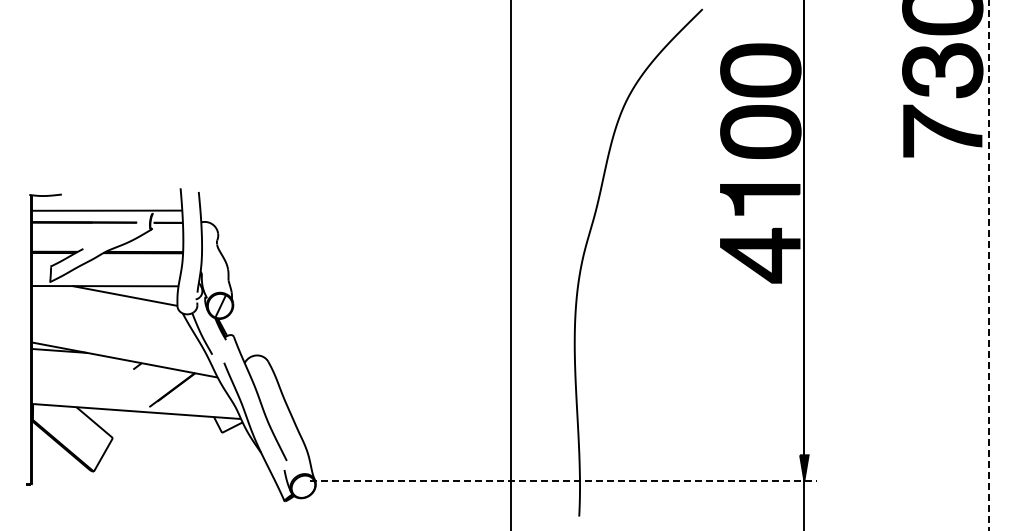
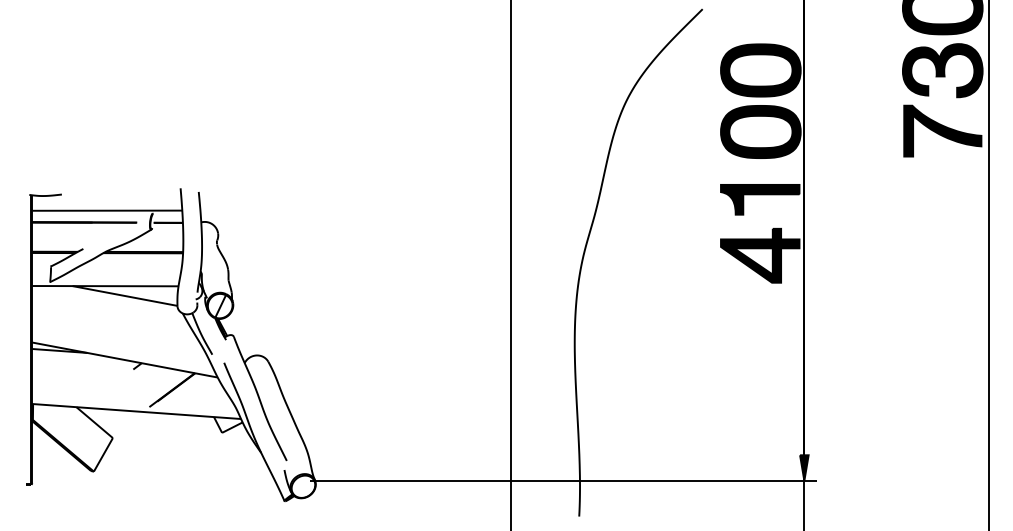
line at (988, 265): dashed -> solid
line at (564, 480): dashed -> solid
